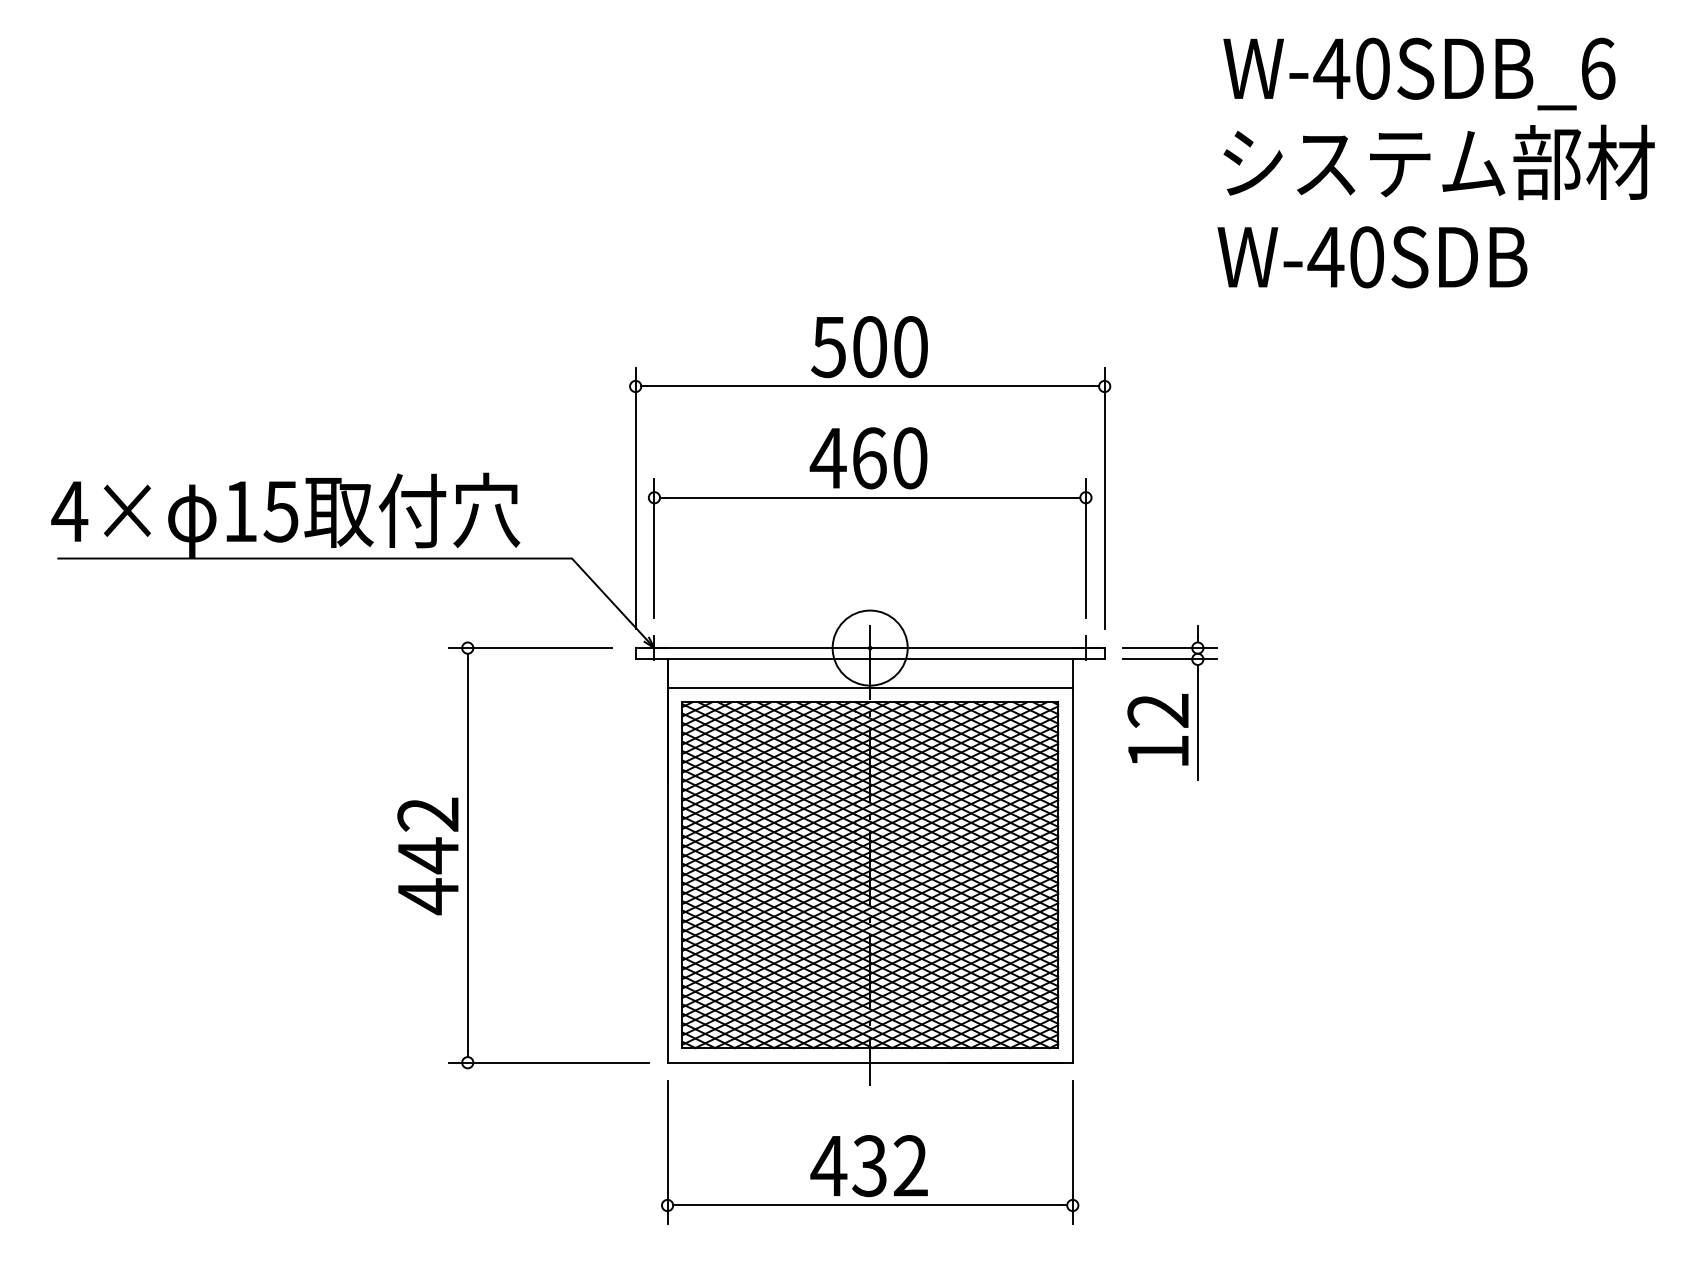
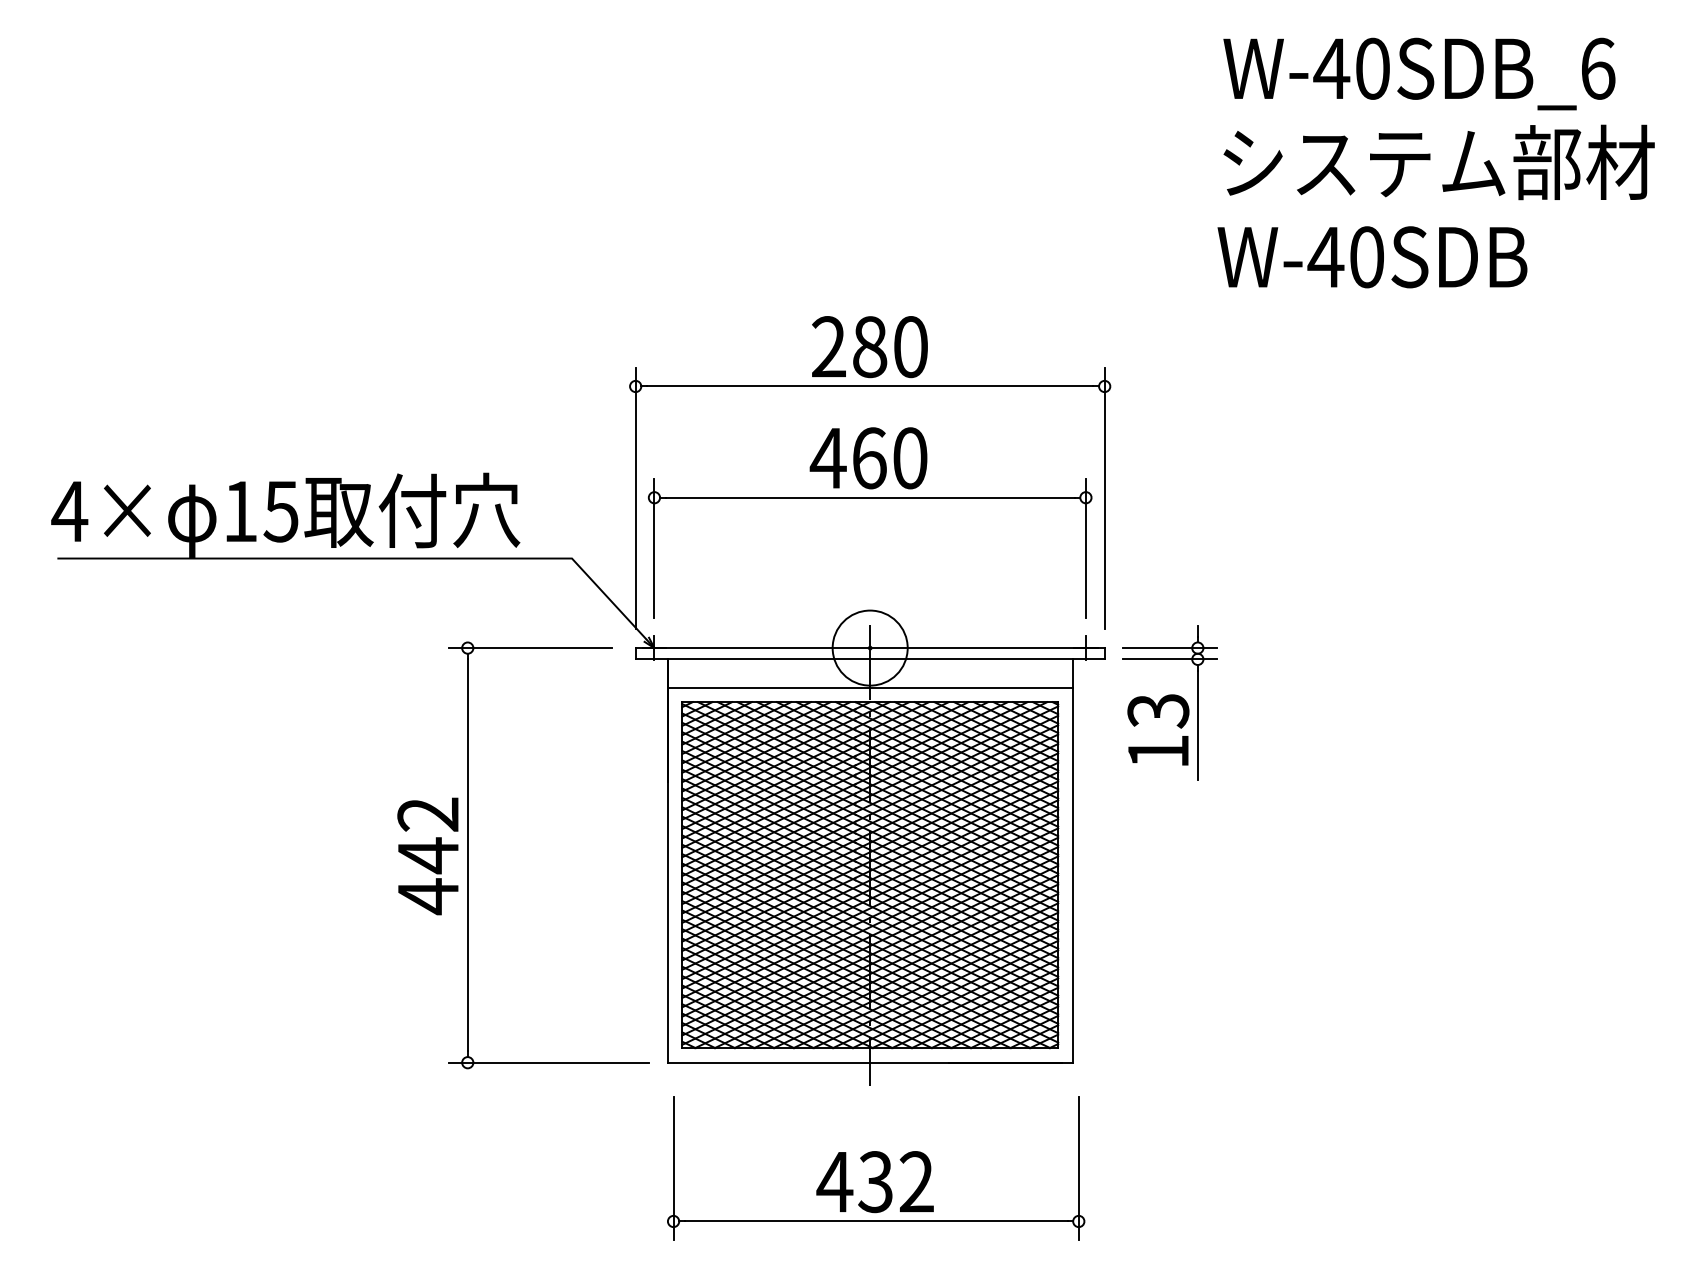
text at (849, 347): 500 -> 280
text at (1158, 710): 12 -> 13
part at (876, 1155) position: (876, 1155) -> (882, 1171)
